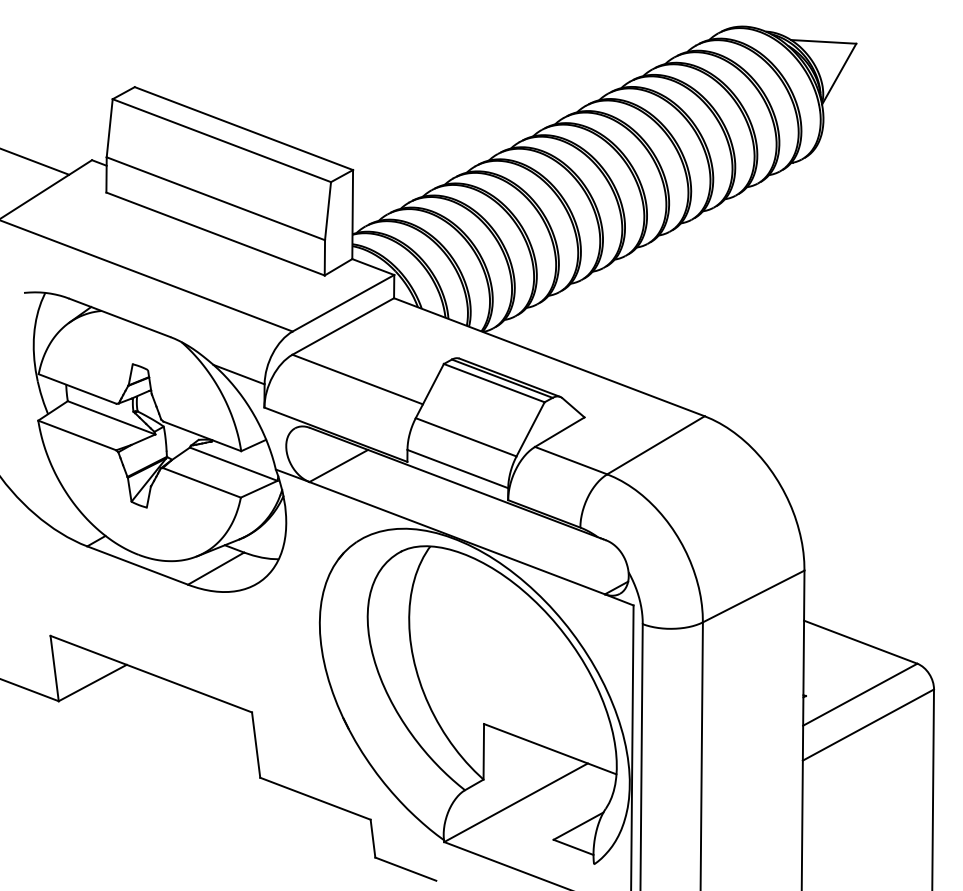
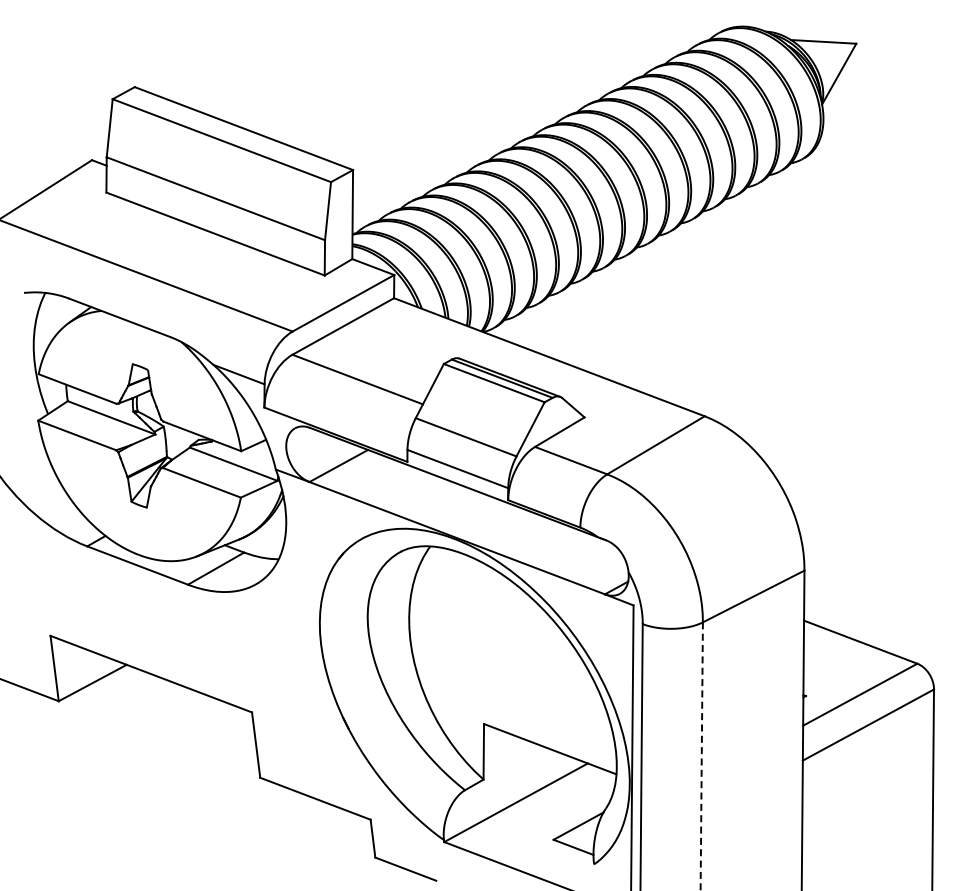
line at (35, 161): present -> none
line at (701, 756): solid -> dashed
